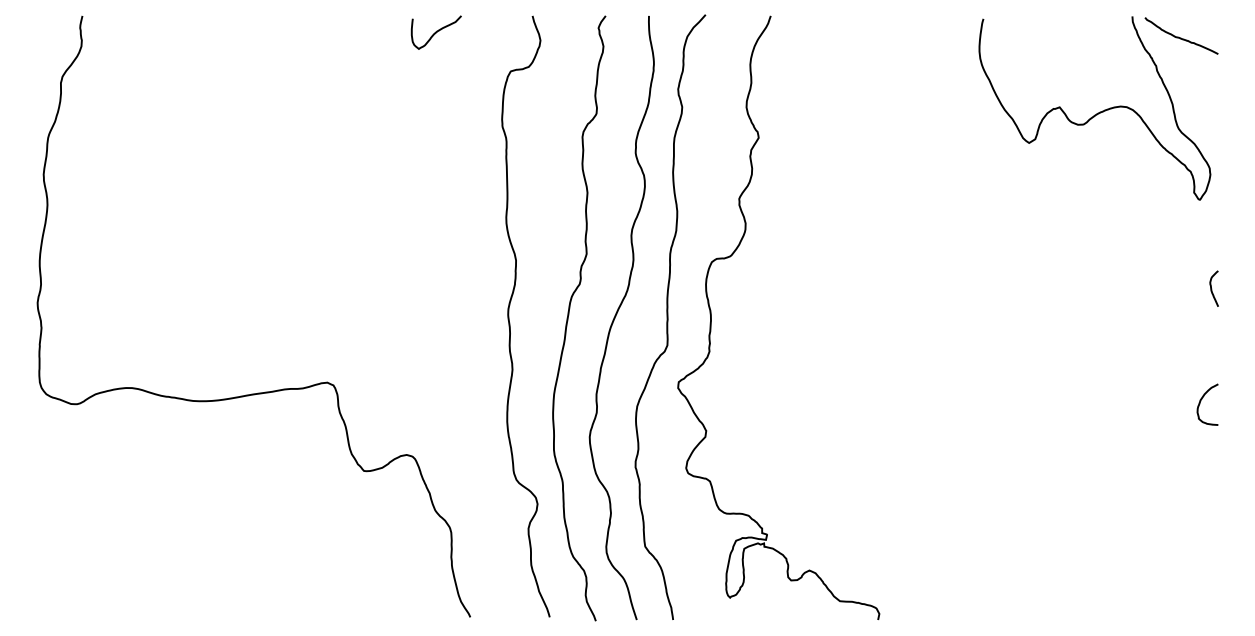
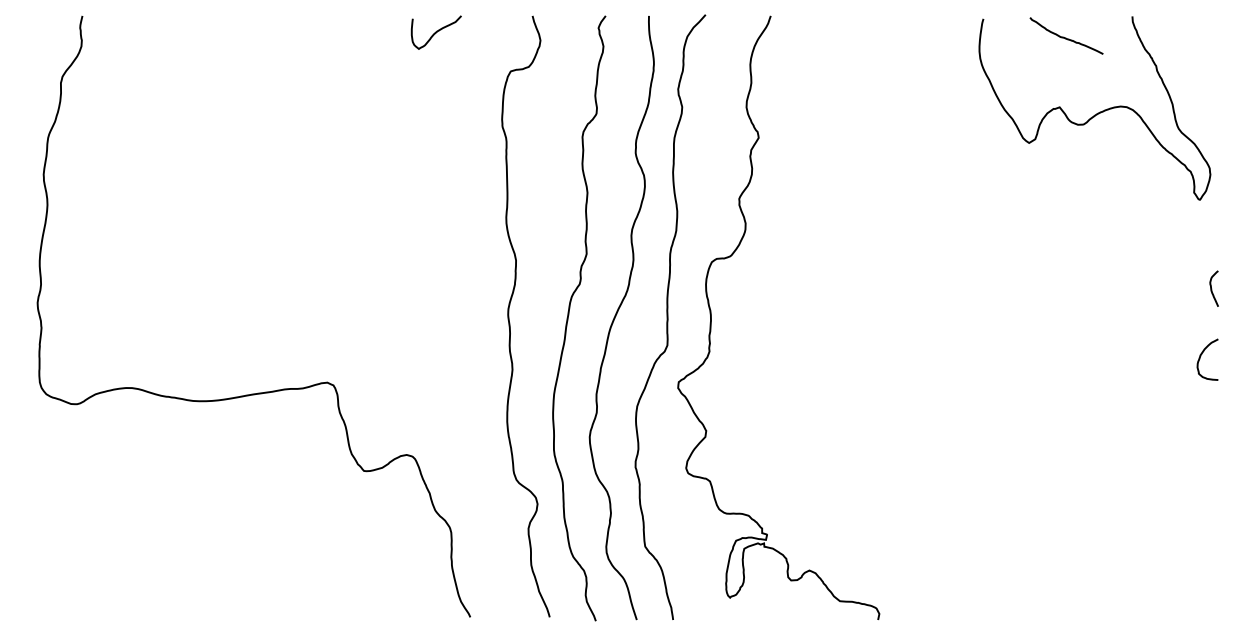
curve at (1181, 37) position: (1181, 37) -> (1066, 37)
curve at (1201, 401) position: (1201, 401) -> (1201, 356)
